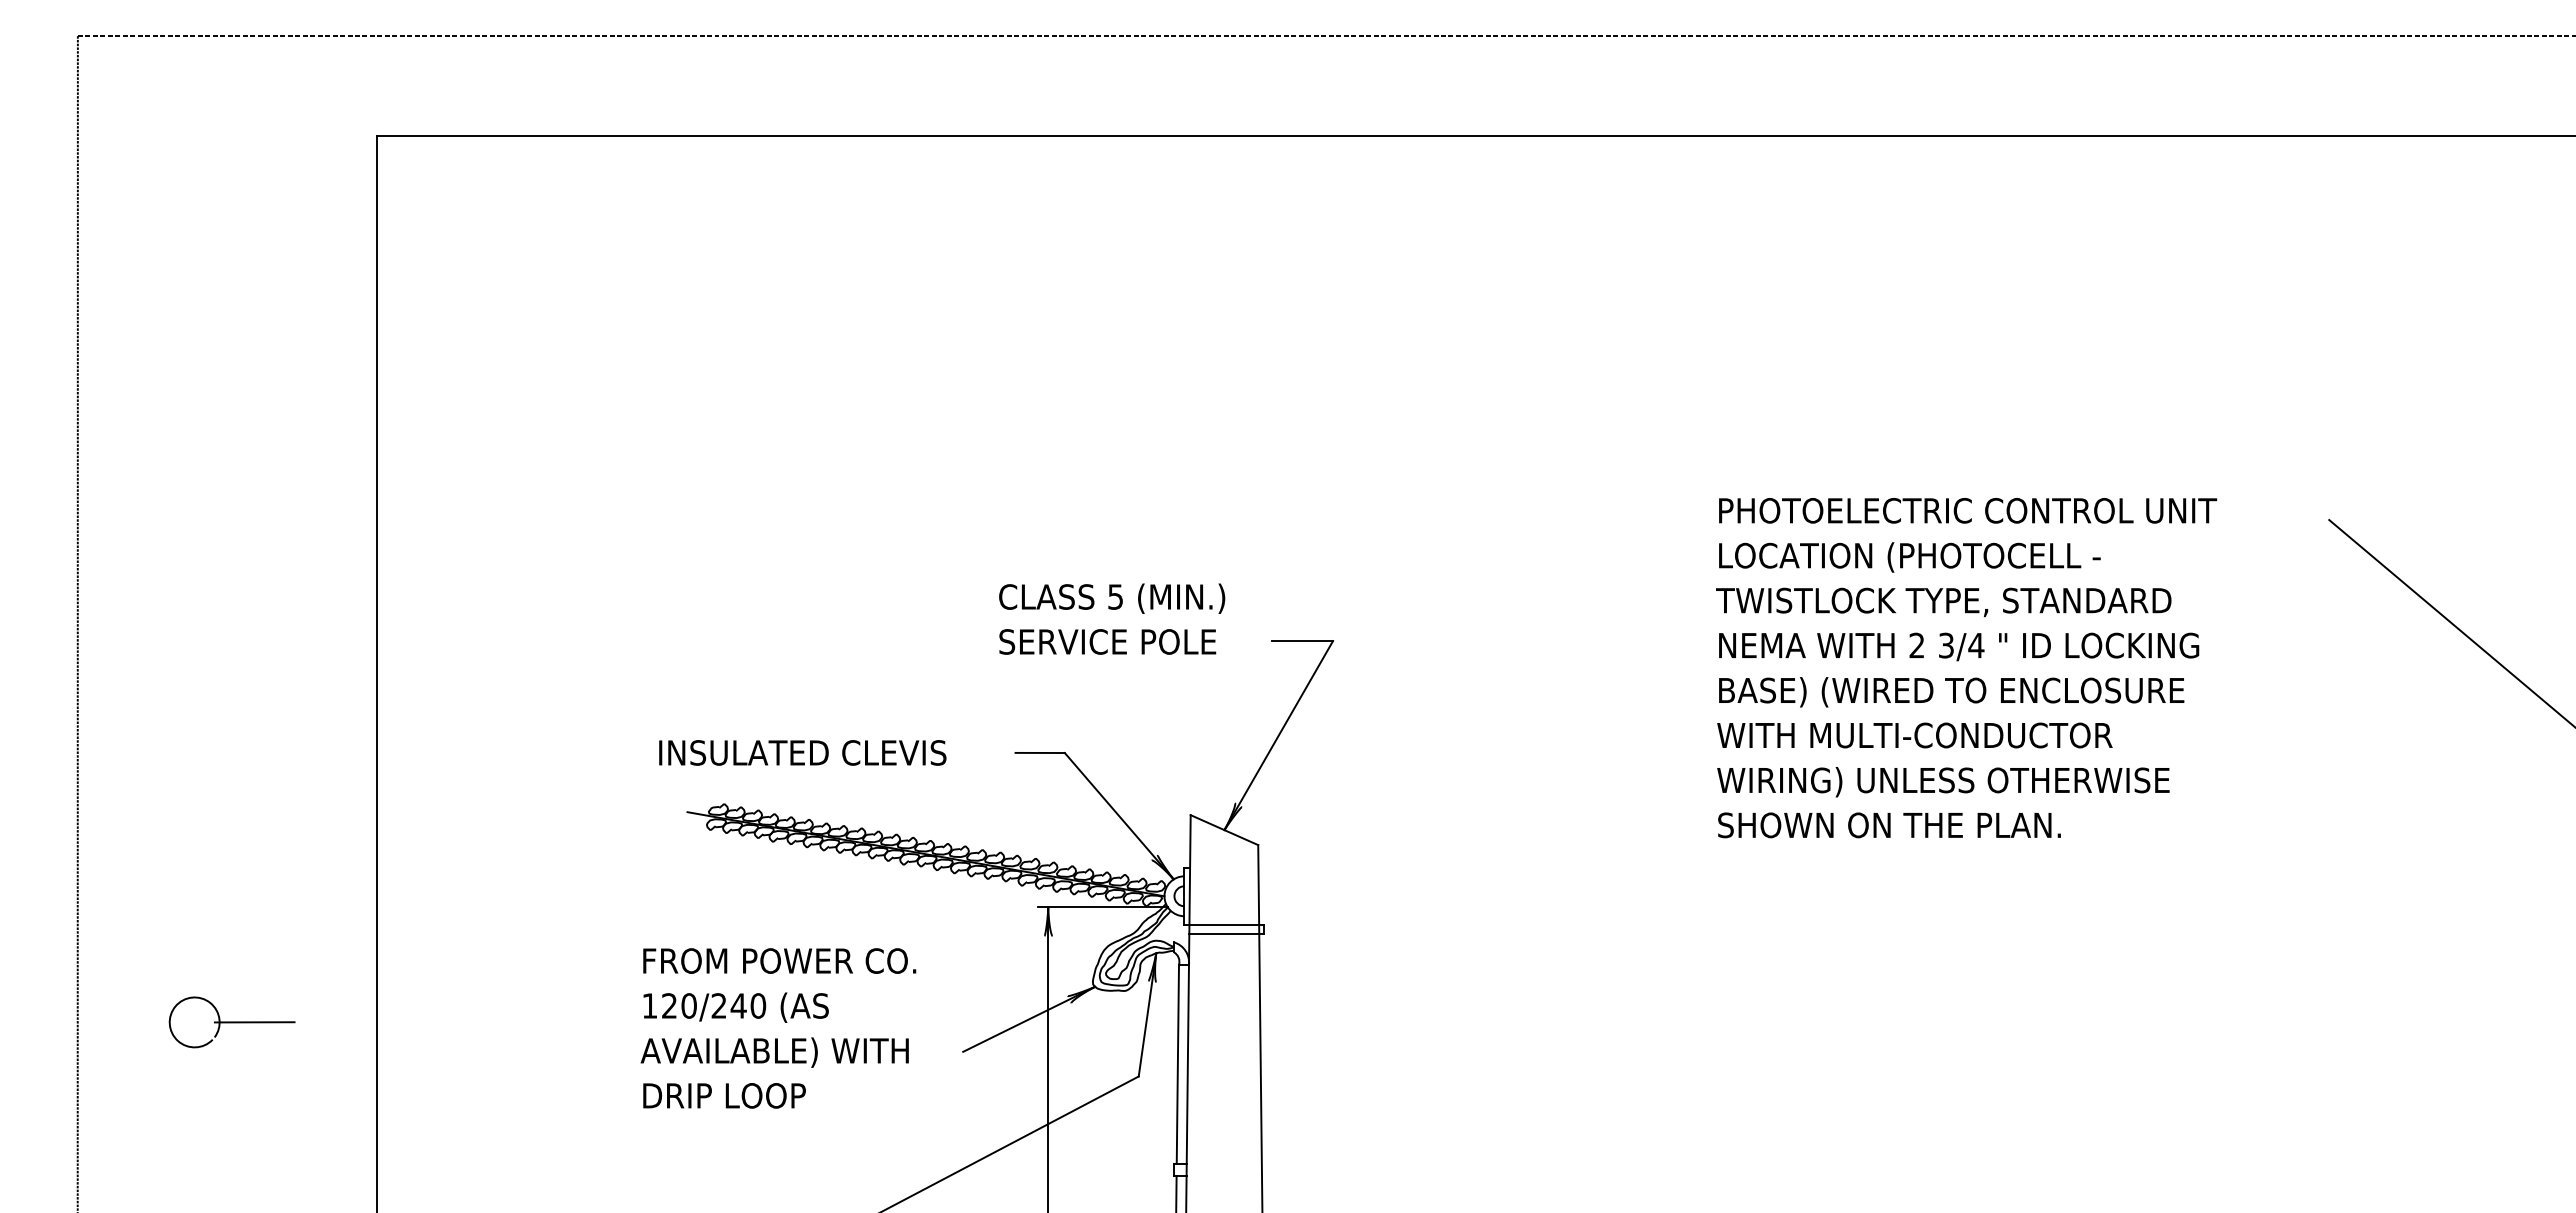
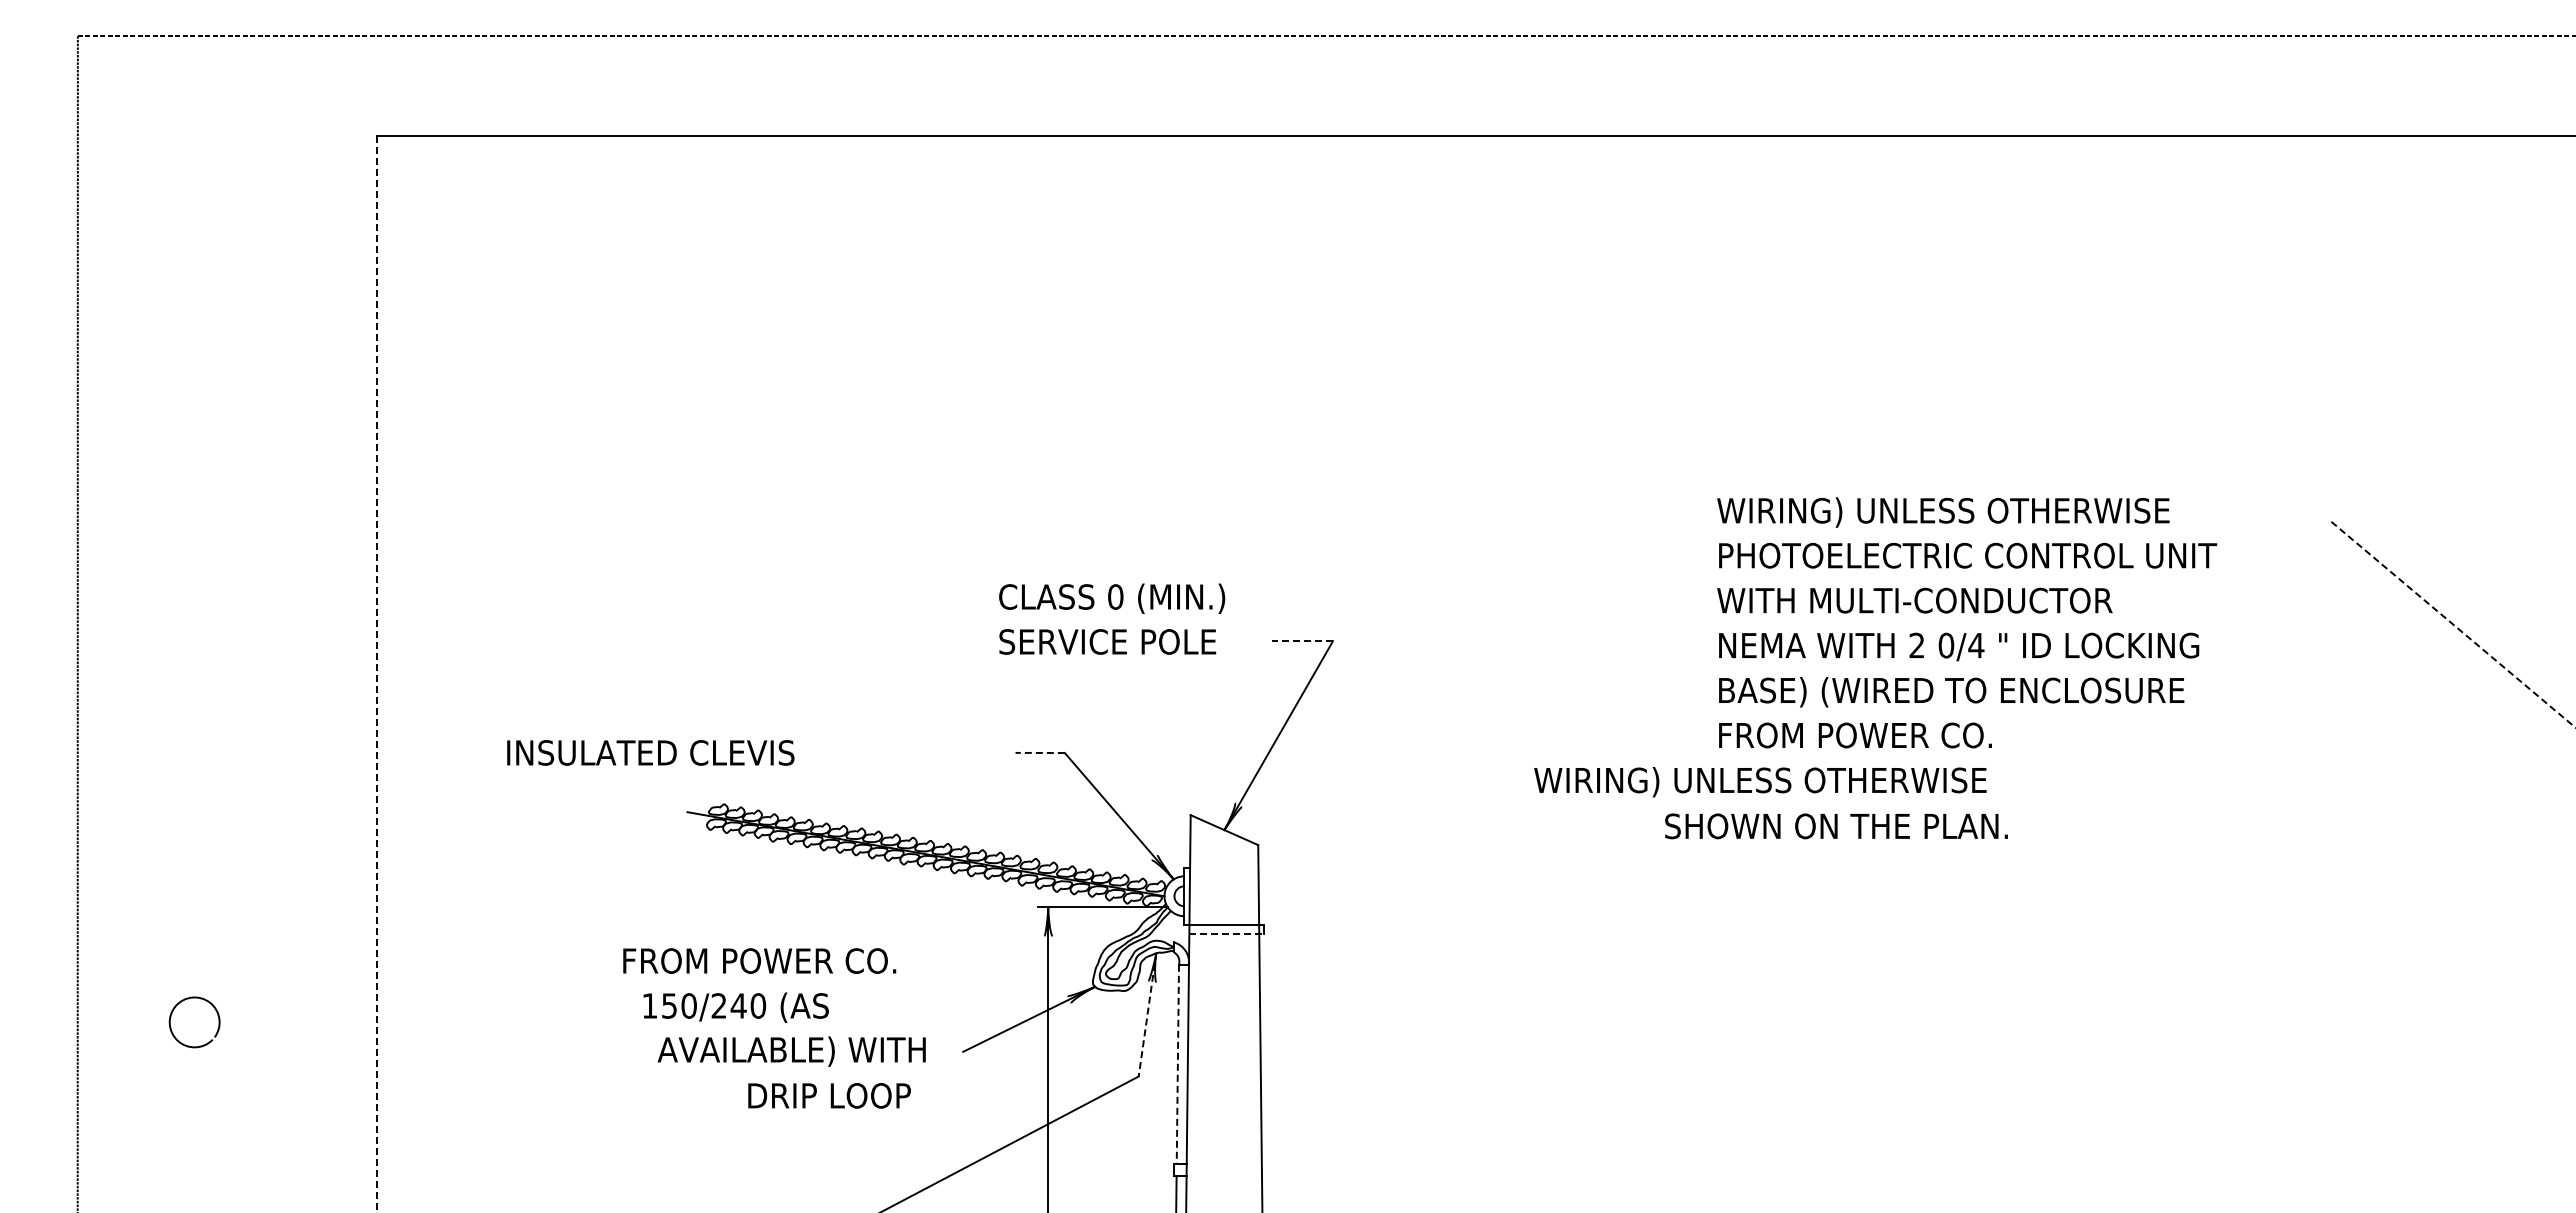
text at (1967, 512): PHOTOELECTRIC CONTROL UNIT -> WIRING) UNLESS OTHERWISE
text at (1969, 557): LOCATION (PHOTOCELL - -> PHOTOELECTRIC CONTROL UNIT
text at (1115, 596): 5 -> 0
text at (1943, 602): TWISTLOCK TYPE, STANDARD -> WITH MULTI-CONDUCTOR
line at (2452, 623): solid -> dashed
line at (1302, 641): solid -> dashed
text at (1946, 645): 3/4 -> 0/4
line at (377, 674): solid -> dashed
text at (1914, 735): WITH MULTI-CONDUCTOR -> FROM POWER CO.
text at (802, 752) position: (802, 752) -> (650, 752)
line at (1040, 752): solid -> dashed
text at (1943, 782) position: (1943, 782) -> (1760, 782)
text at (1889, 825) position: (1889, 825) -> (1836, 826)
line at (1227, 933): solid -> dashed
text at (779, 960) position: (779, 960) -> (759, 960)
text at (669, 1005): 120/240 -> 150/240
line at (1147, 1015): solid -> dashed
line at (254, 1022): present -> none
text at (774, 1052) position: (774, 1052) -> (791, 1051)
line at (1177, 1064): solid -> dashed
text at (724, 1095) position: (724, 1095) -> (829, 1095)
